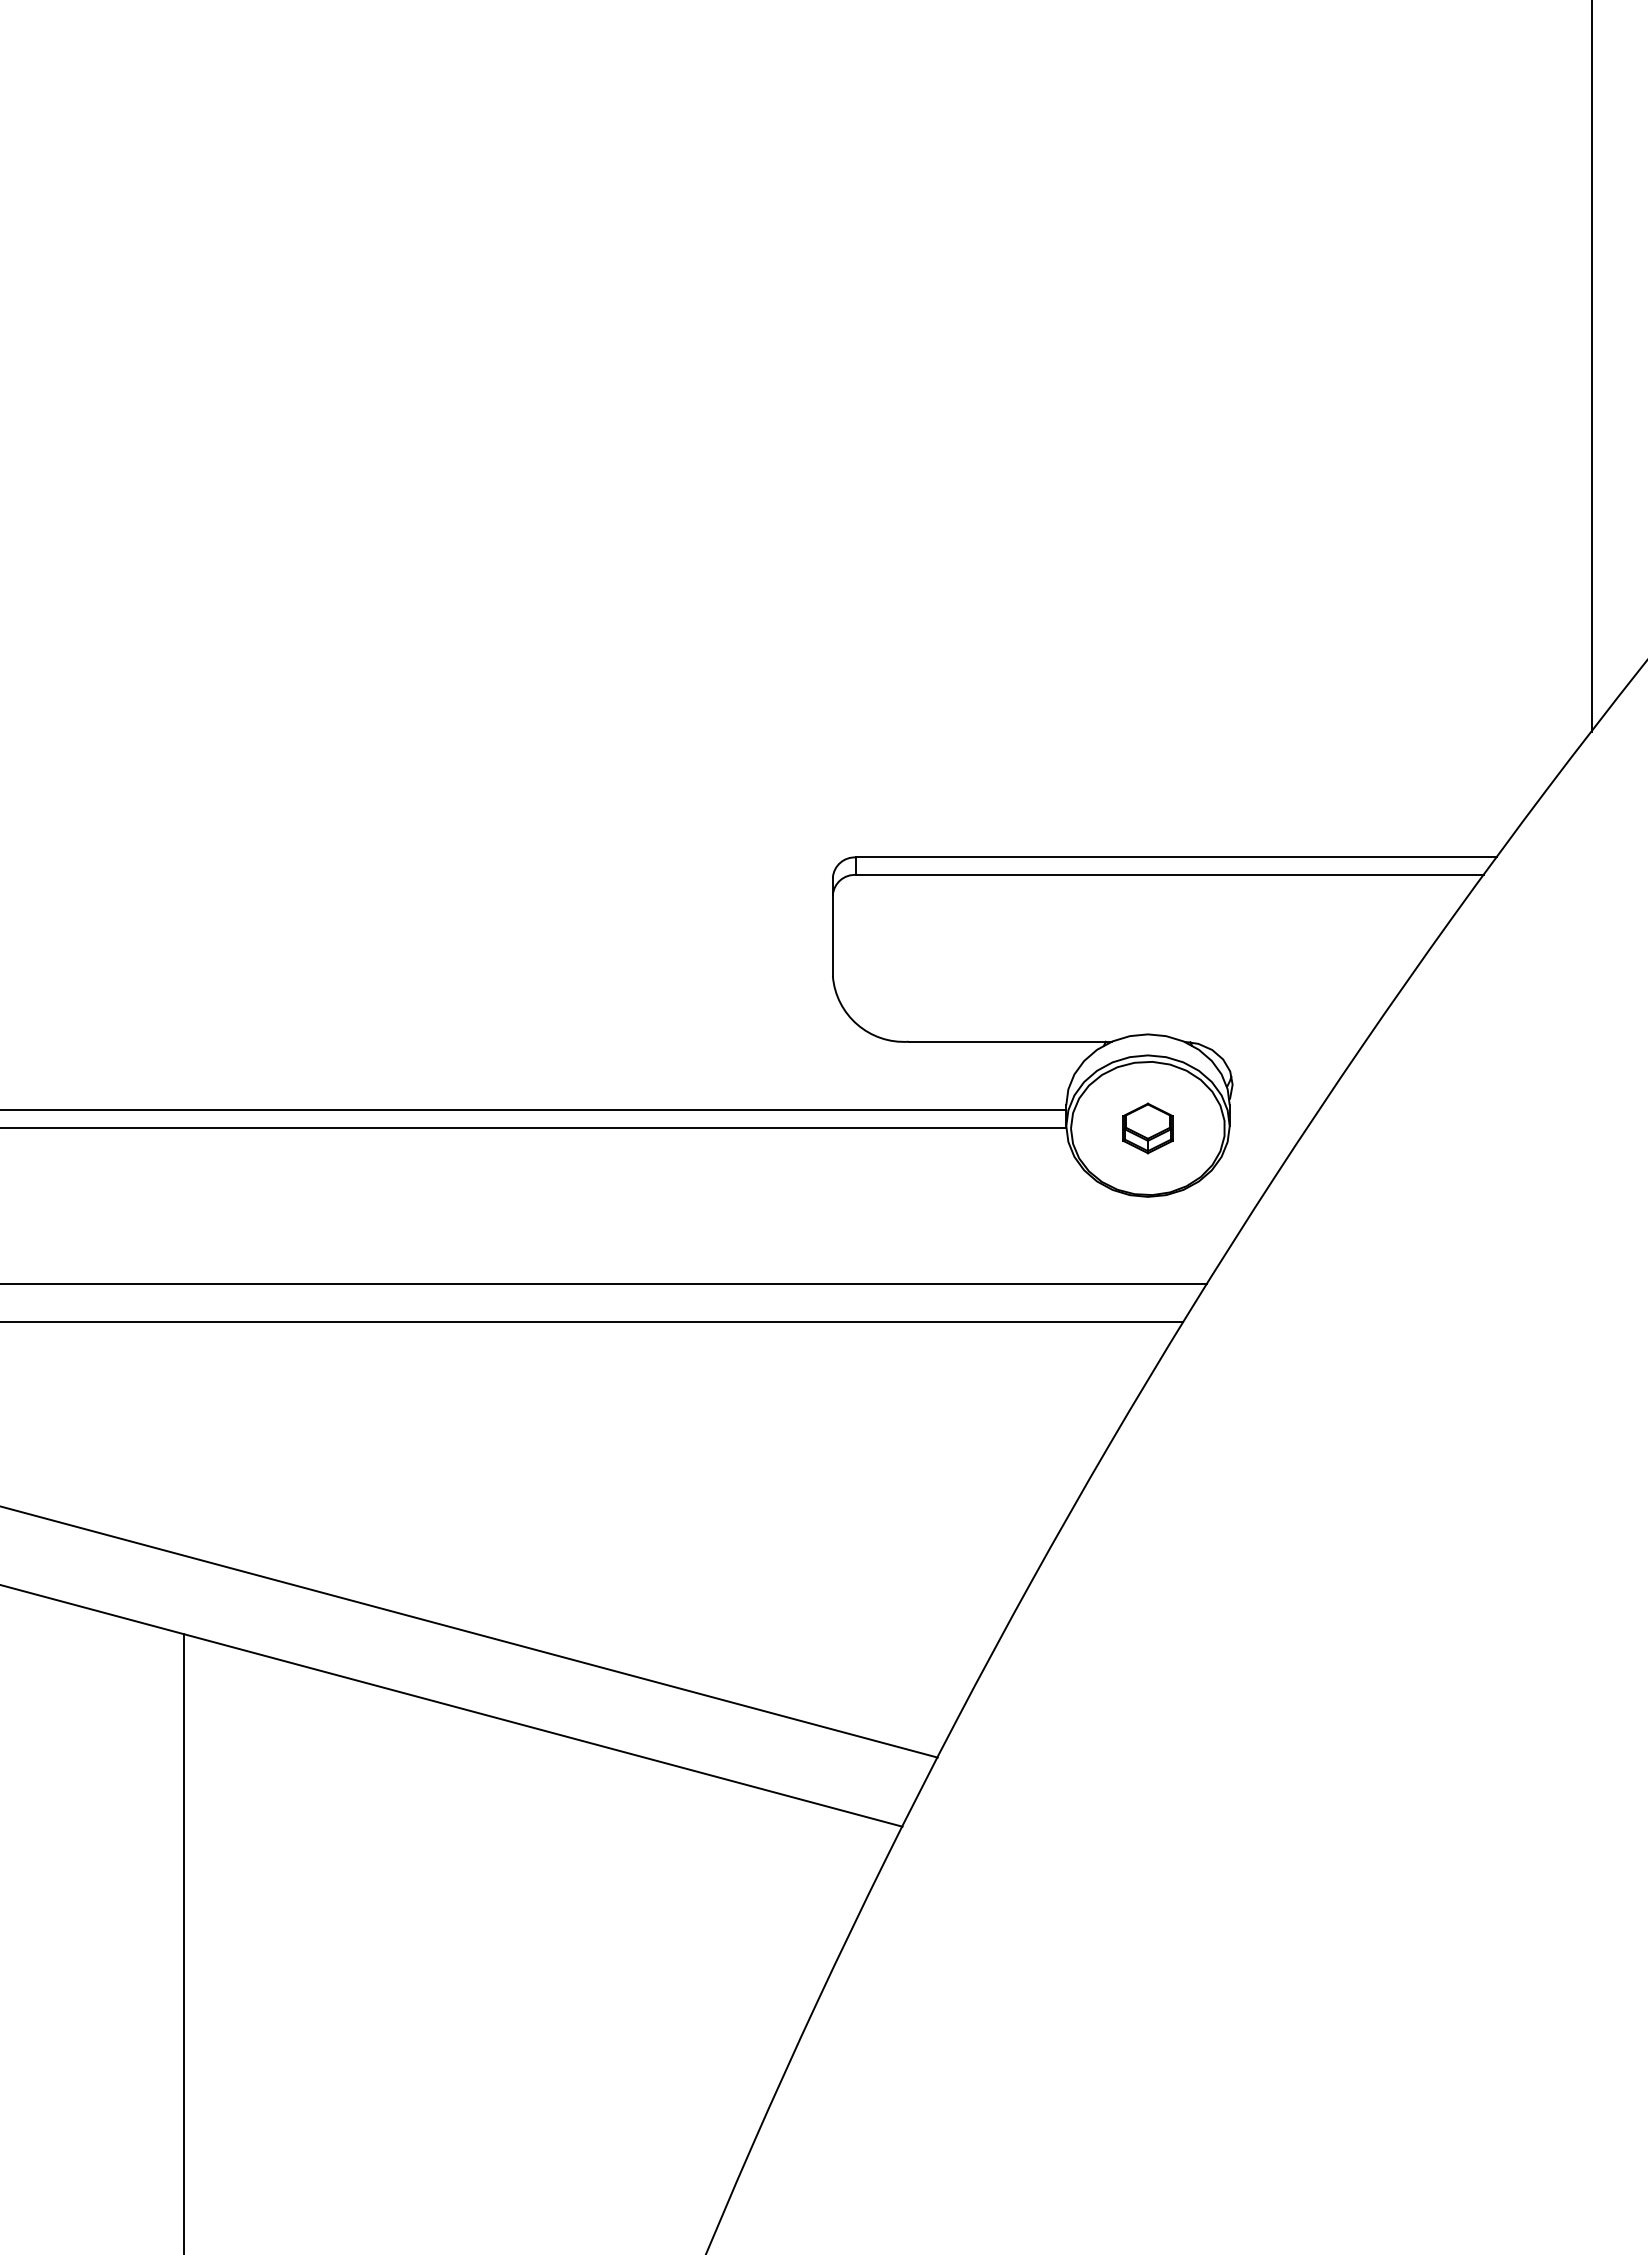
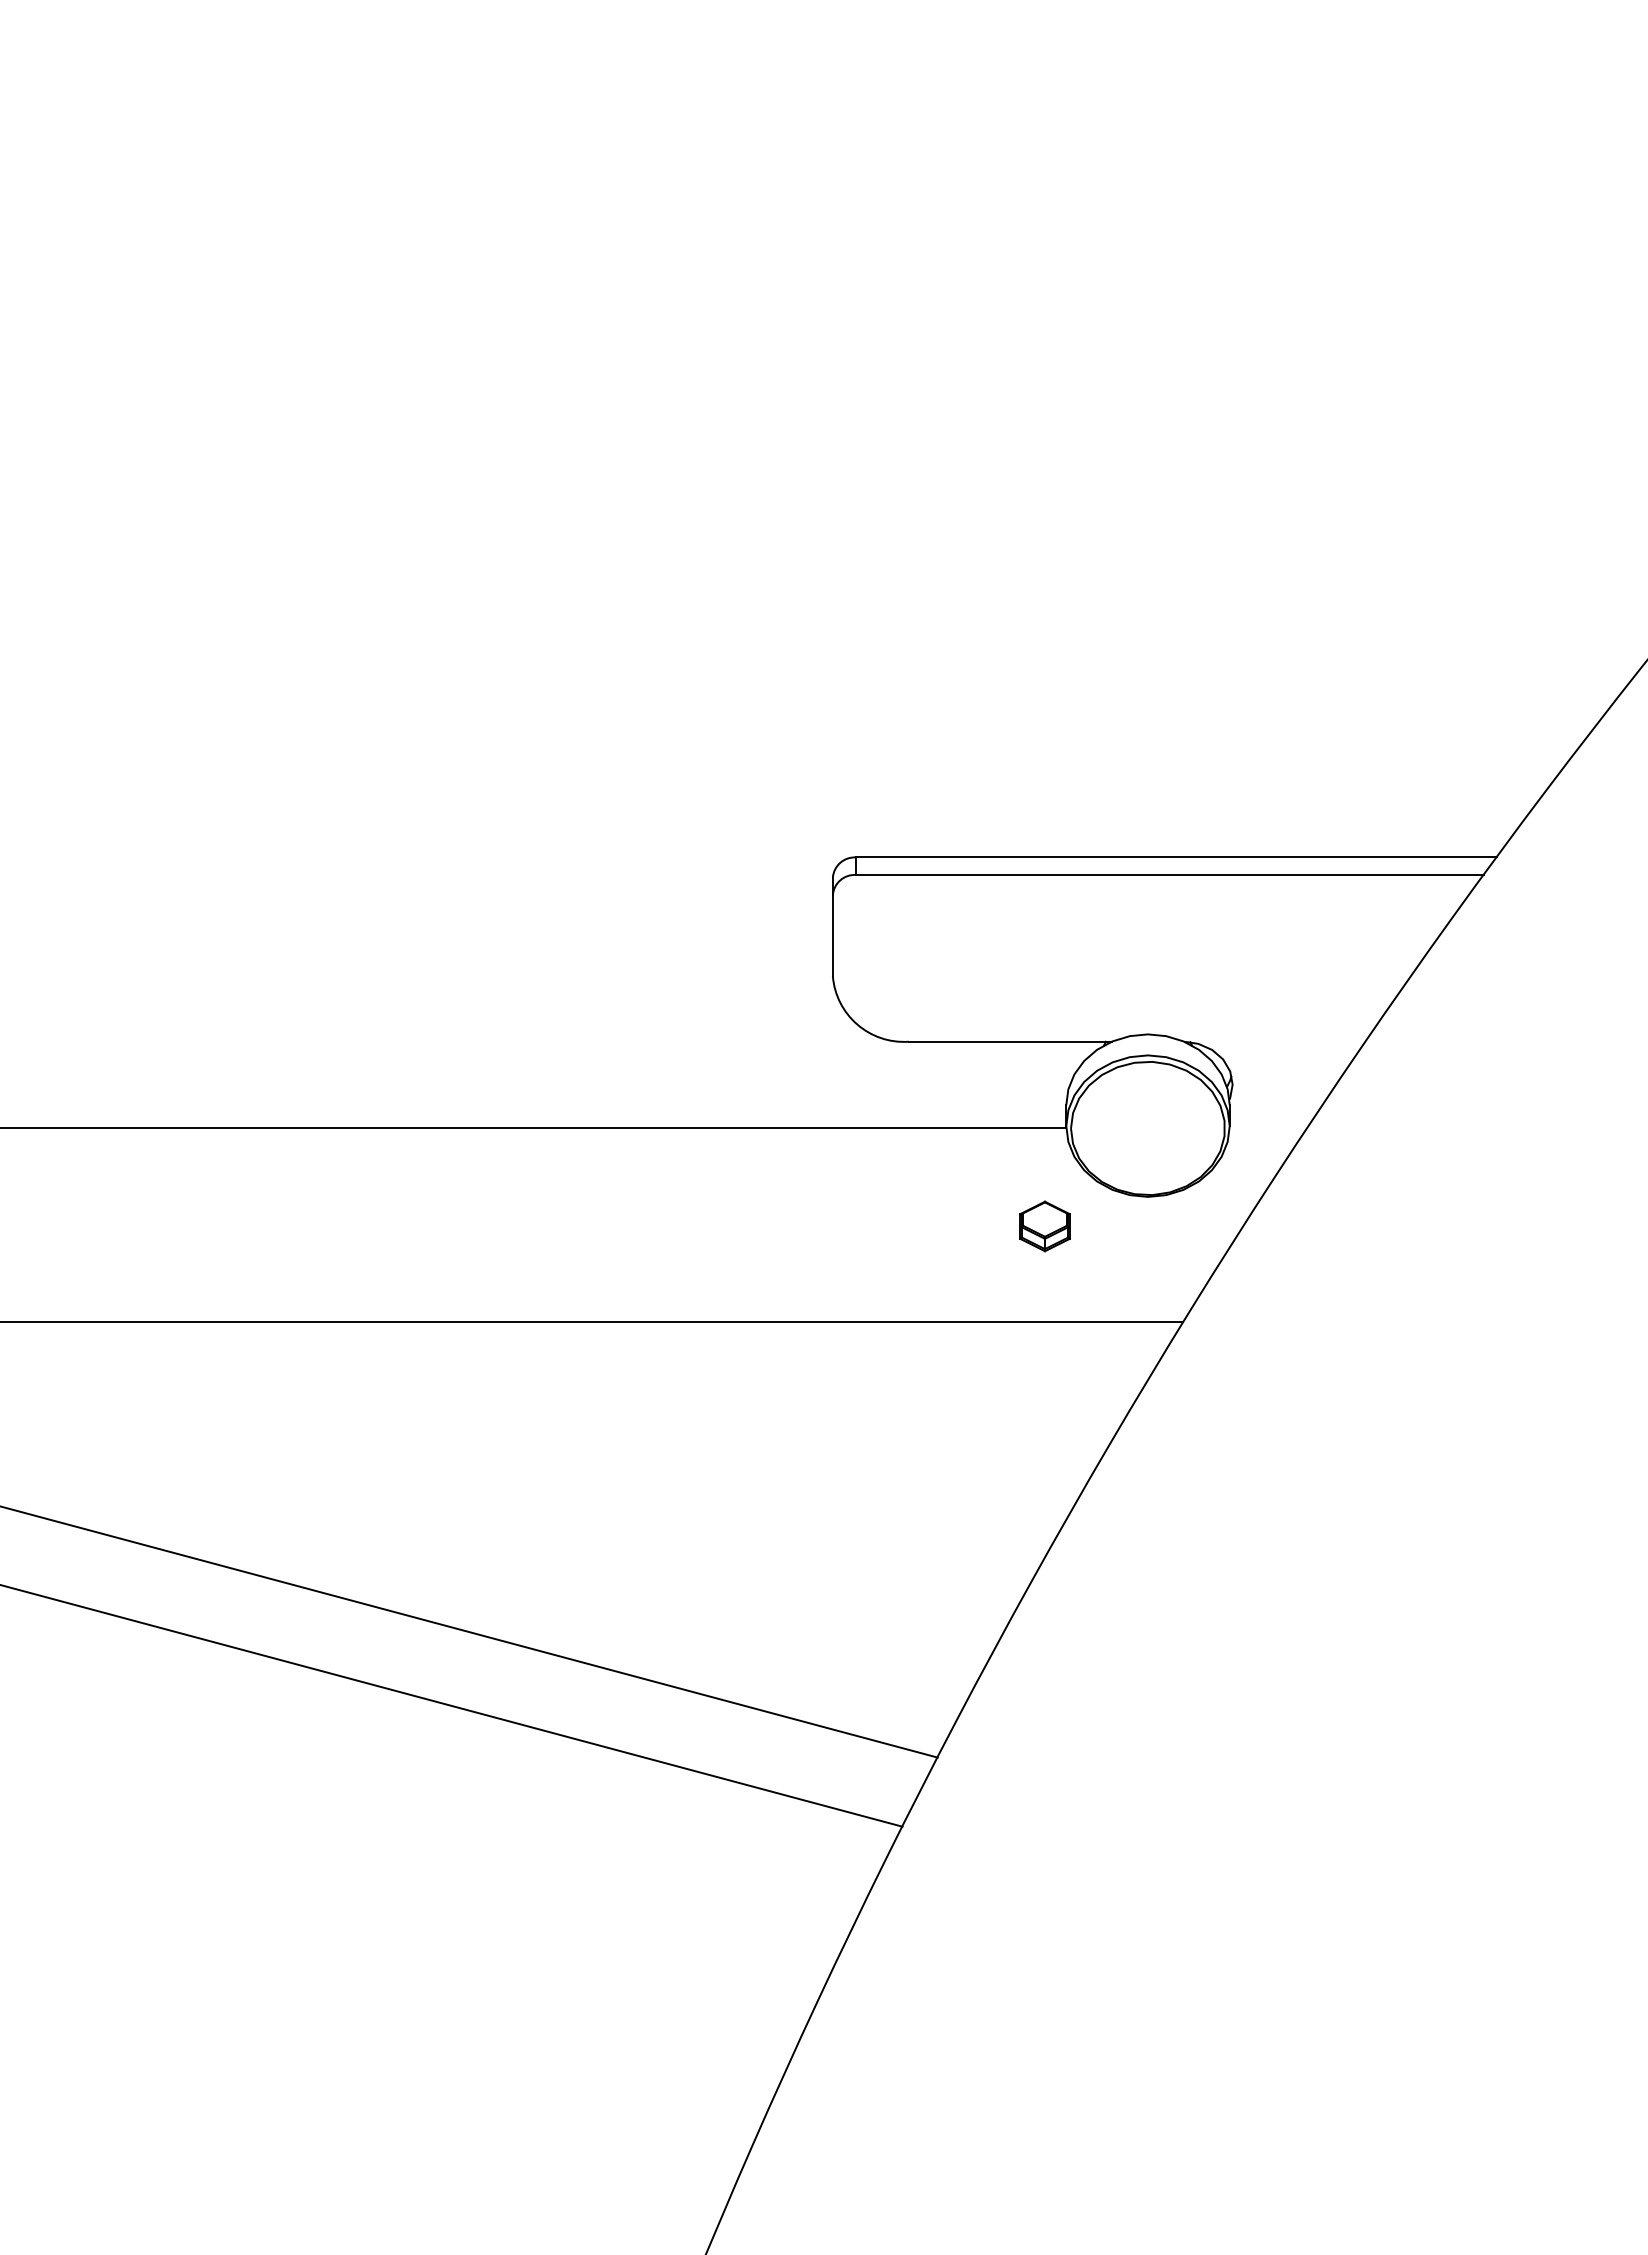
line at (1591, 366): present -> none
line at (534, 1110): present -> none
part at (1147, 1128) position: (1147, 1128) -> (1044, 1226)
line at (604, 1284): present -> none
line at (183, 1942): present -> none
